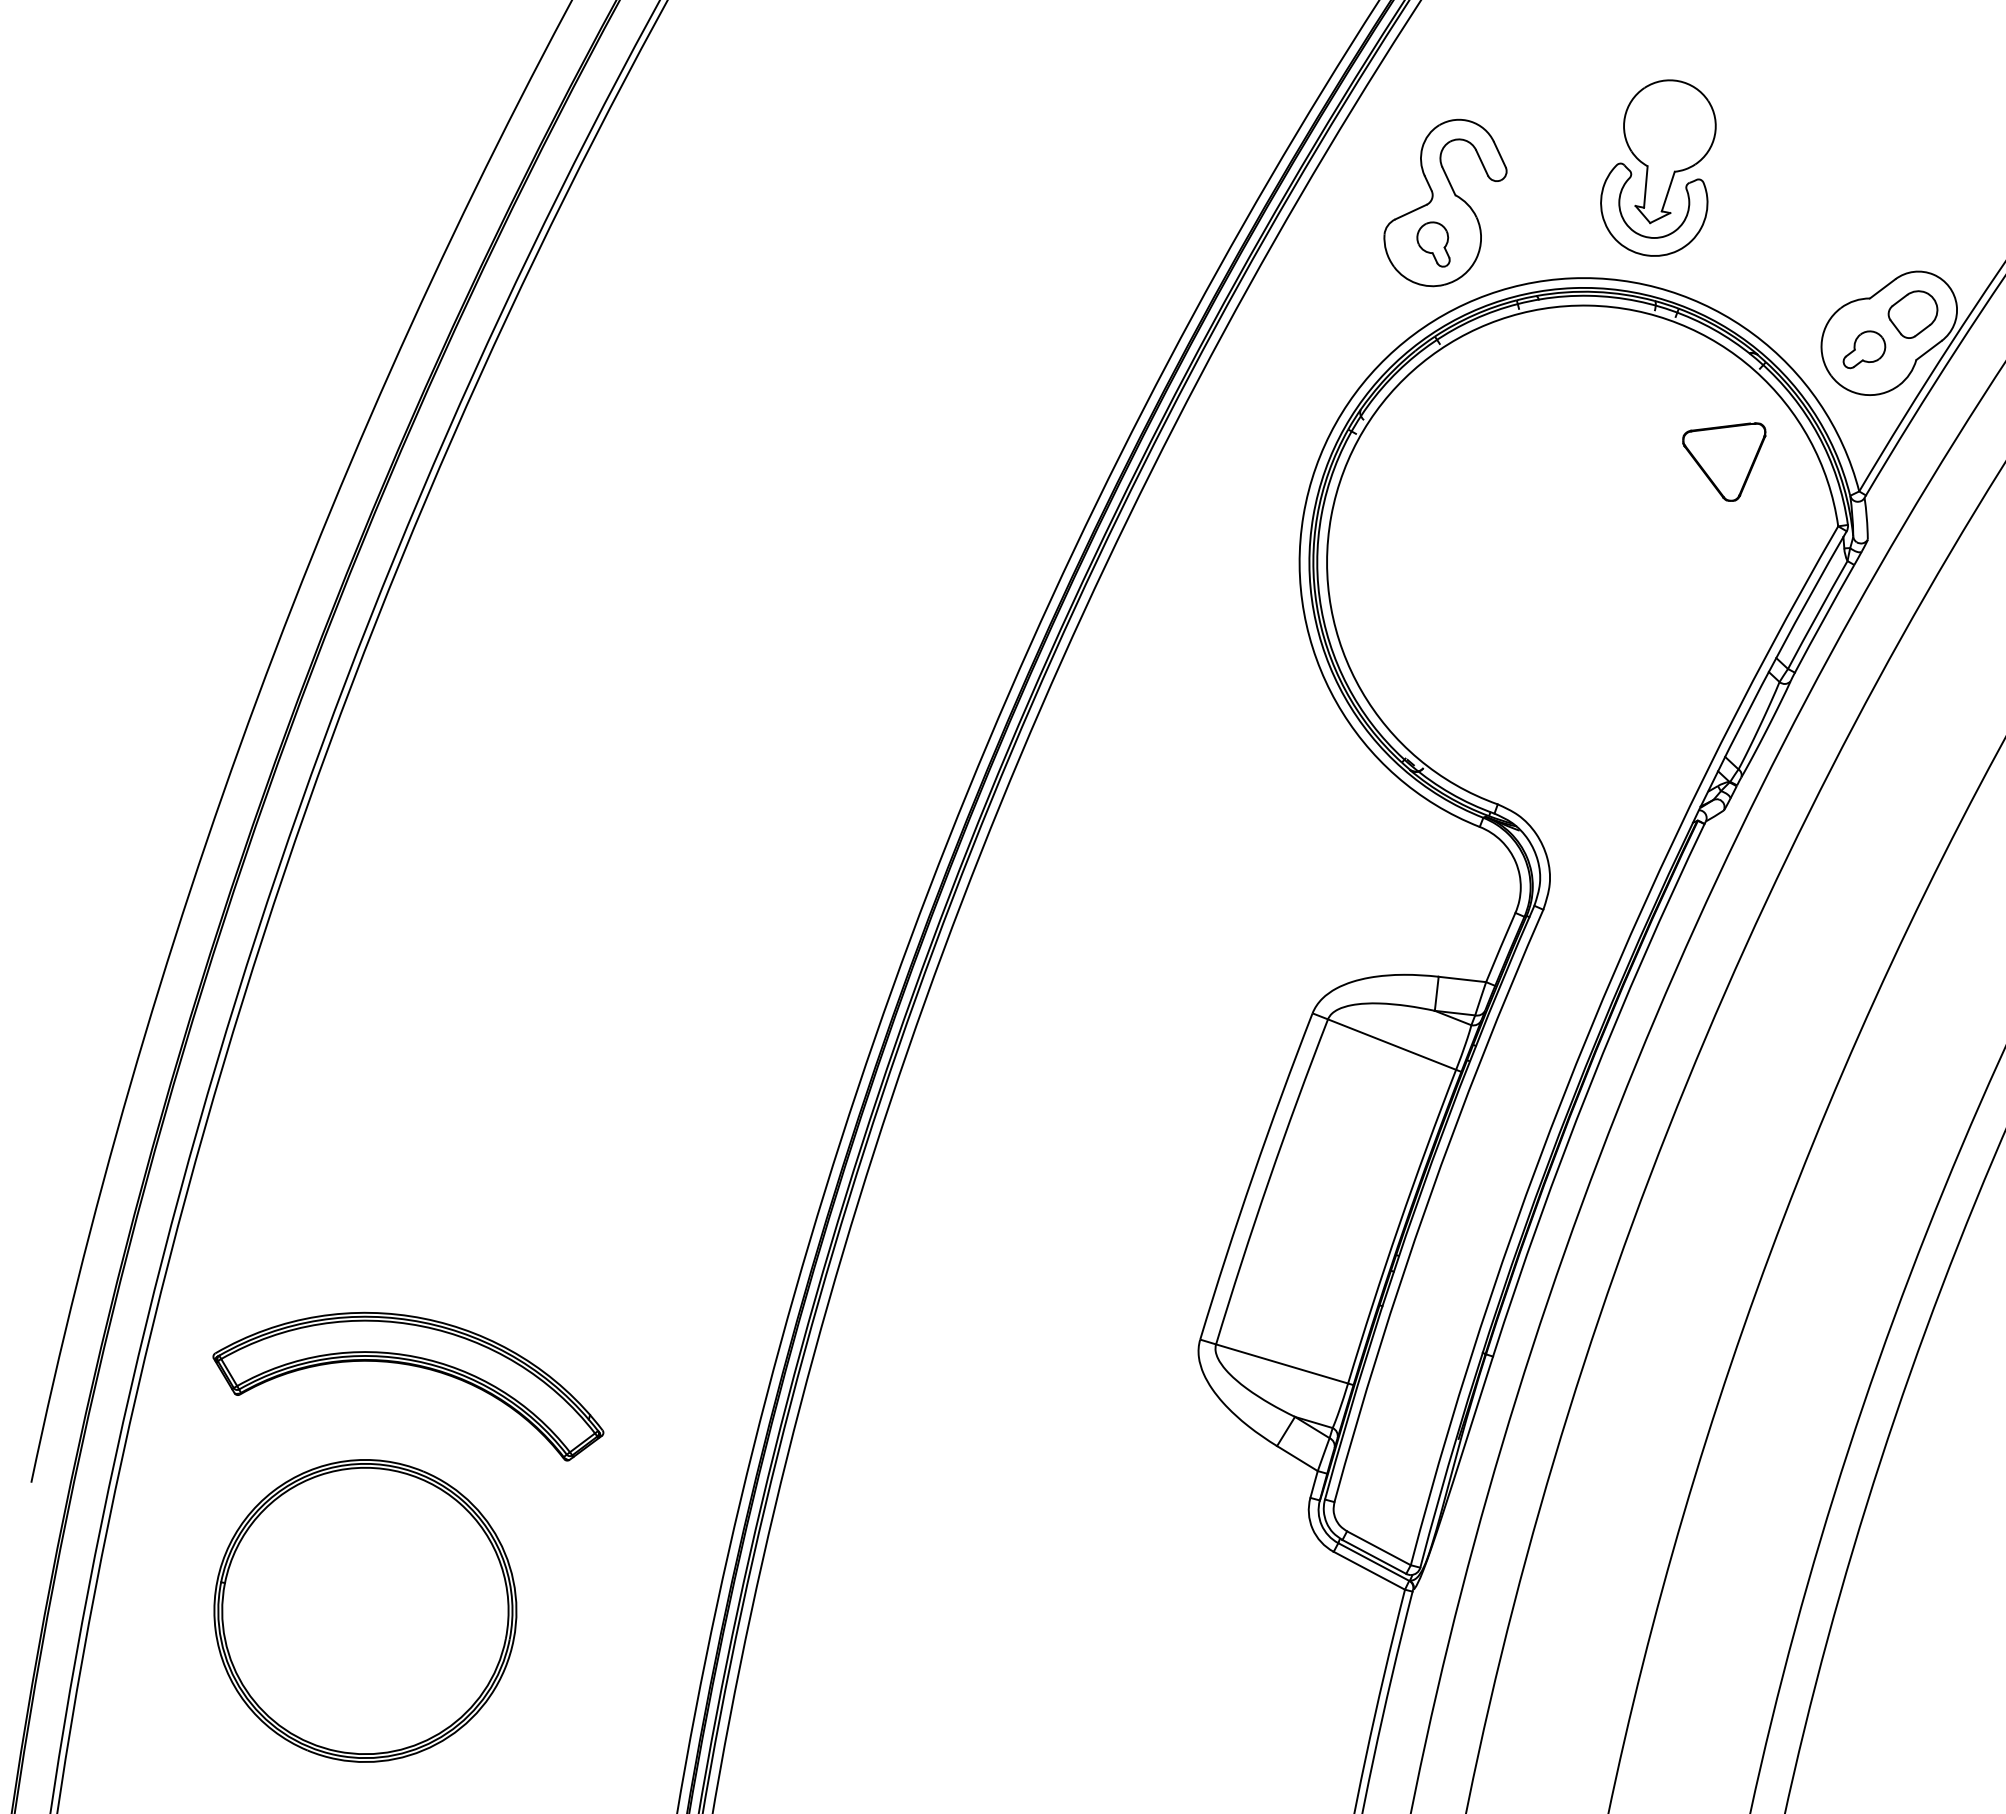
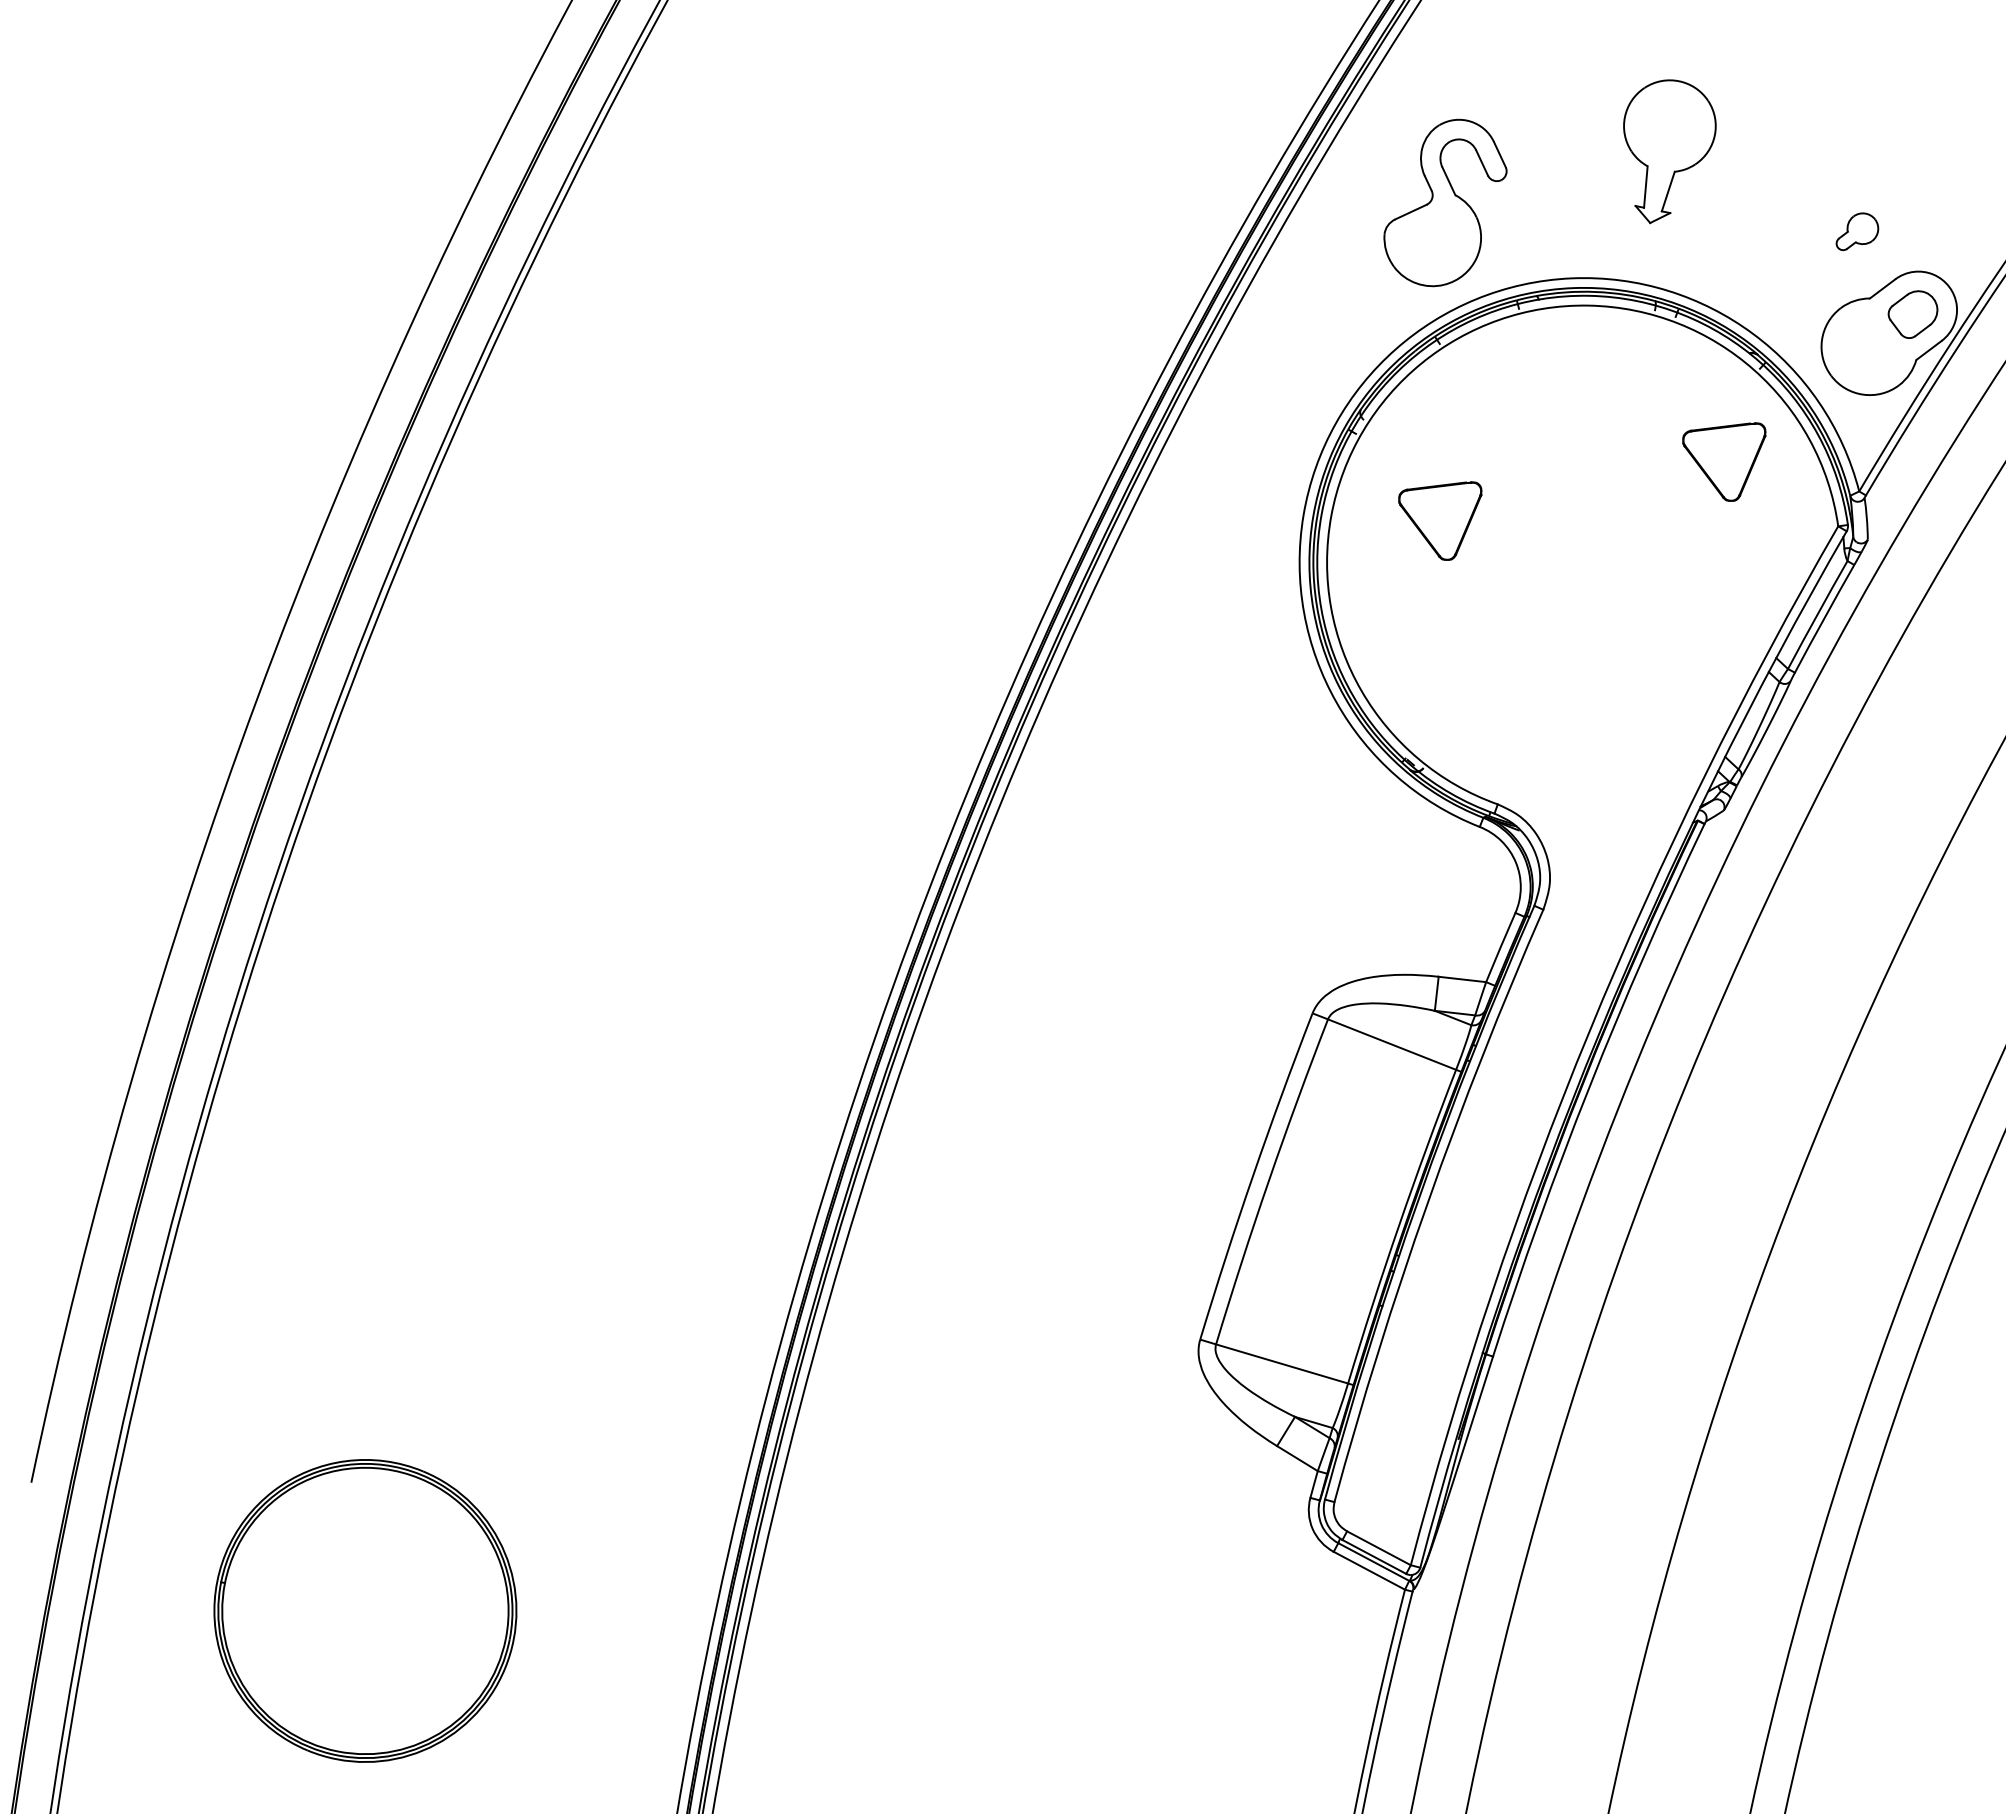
part at (1650, 236): present -> none
part at (1433, 244): present -> none
part at (1864, 349) position: (1864, 349) -> (1857, 231)
part at (1440, 520): none -> present
part at (412, 1366): present -> none
